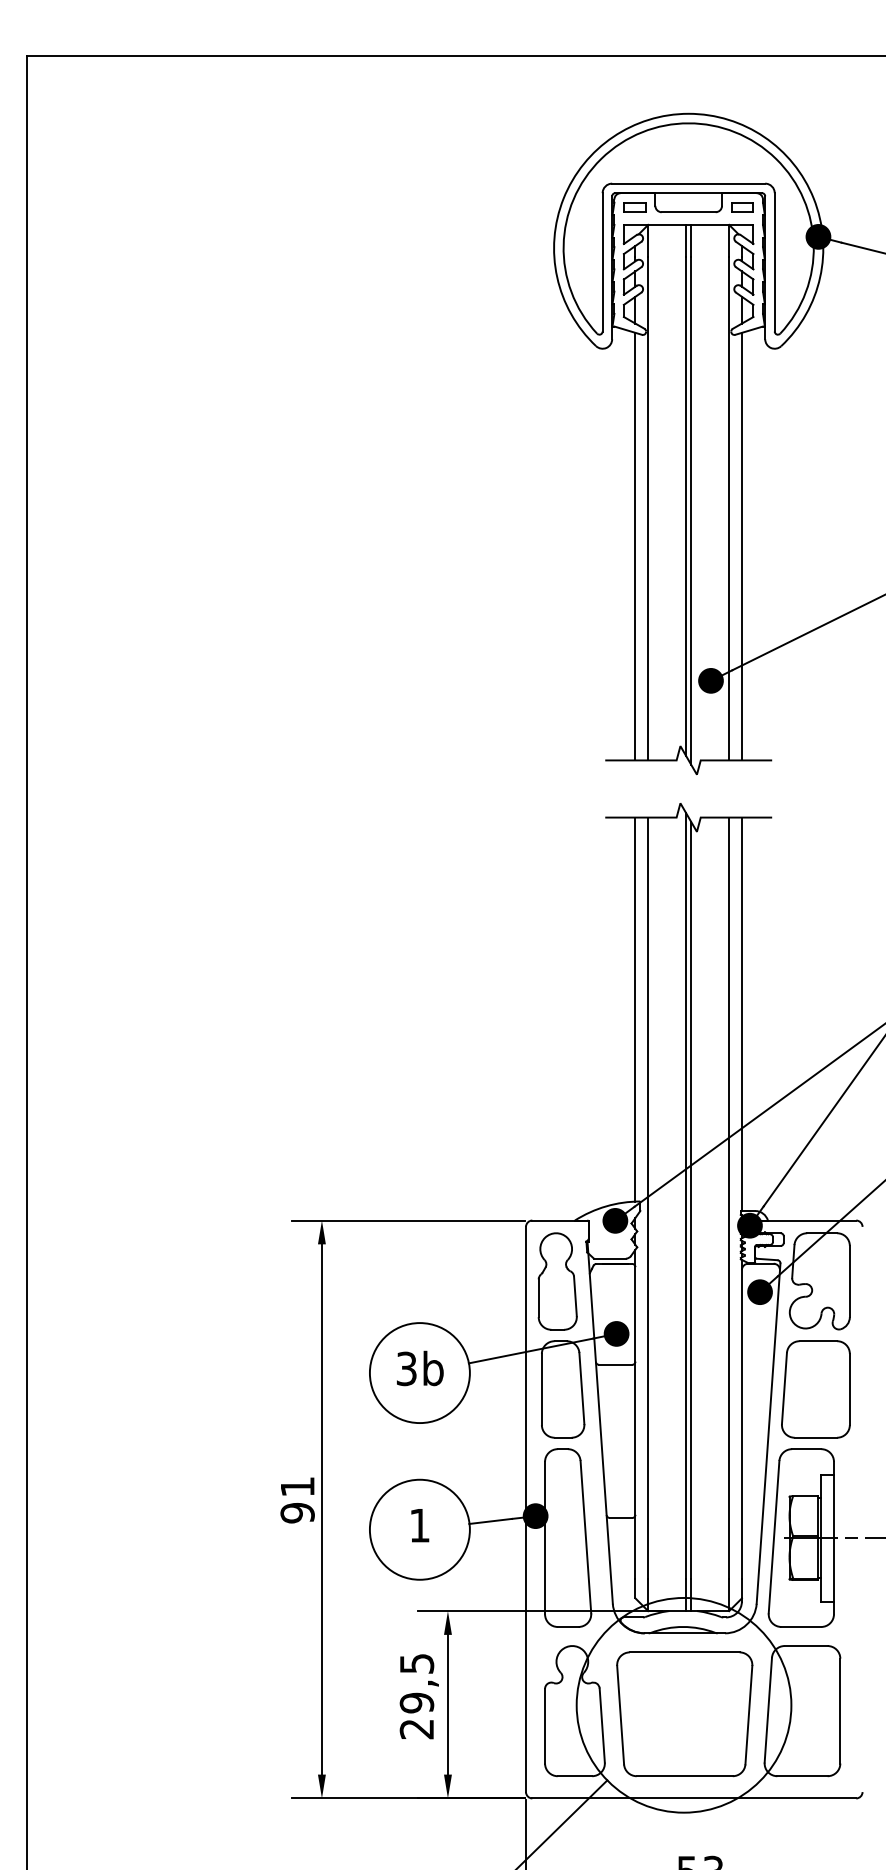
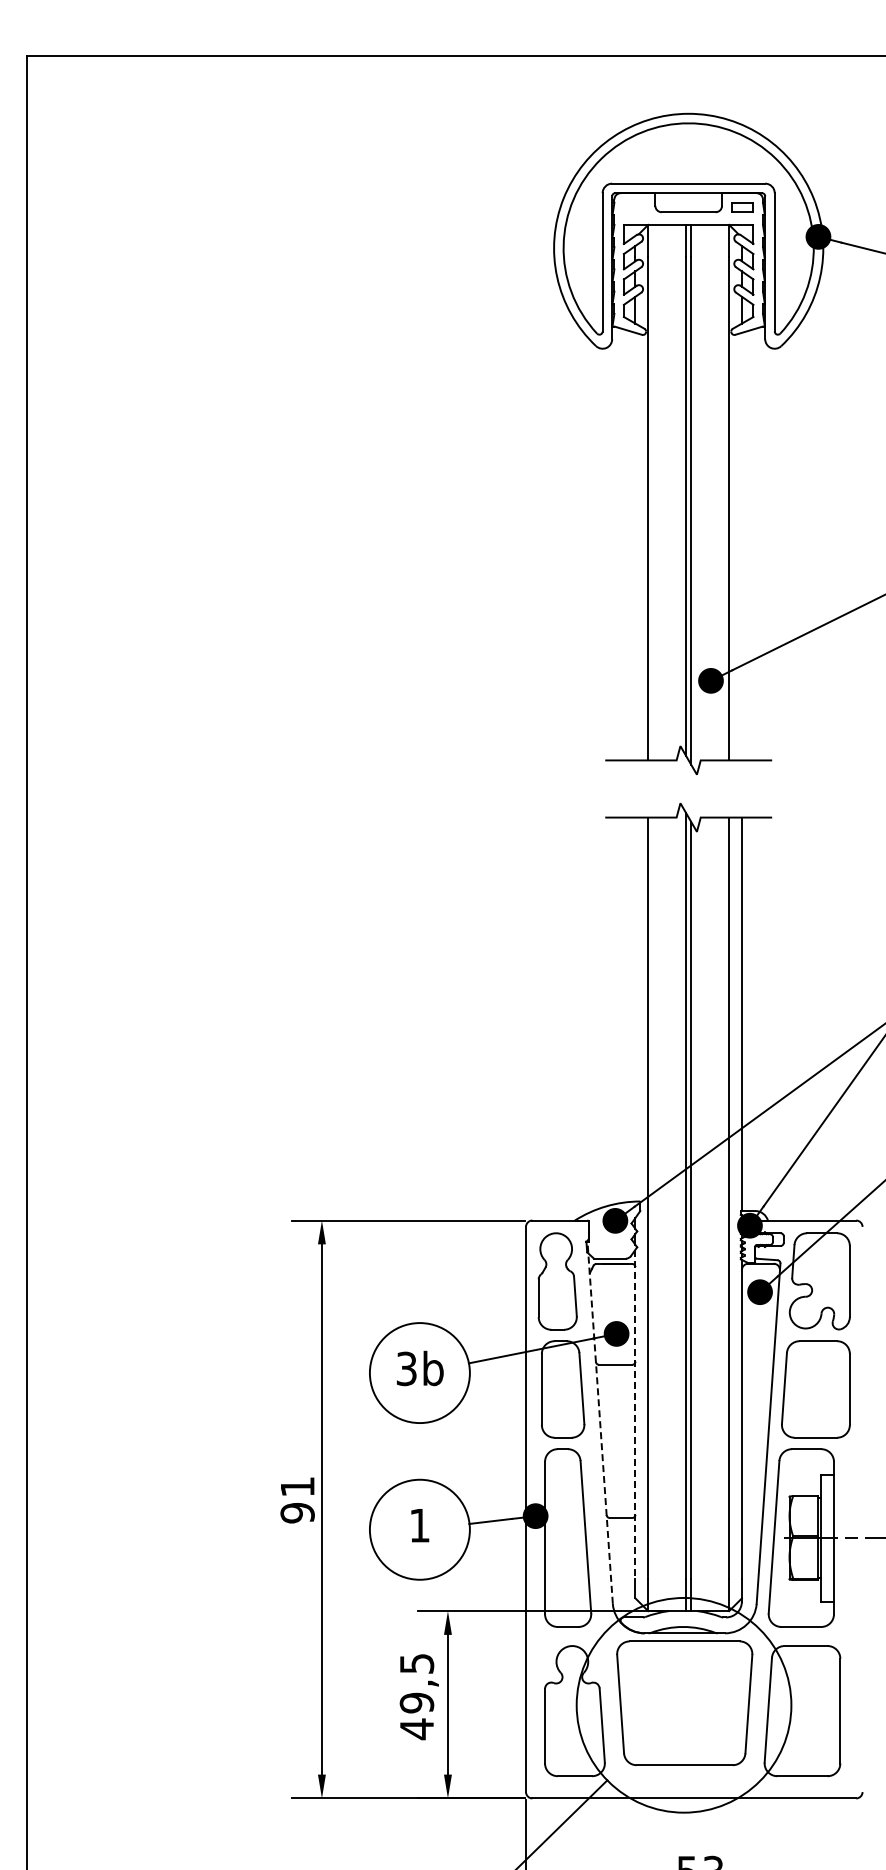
part at (634, 207): present -> none
line at (635, 546): present -> none
line at (741, 546): present -> none
line at (635, 1009): present -> none
line at (635, 1414): solid -> dashed
line at (600, 1422): solid -> dashed
part at (684, 1714) position: (684, 1714) -> (684, 1703)
text at (416, 1729): 29,5 -> 49,5
